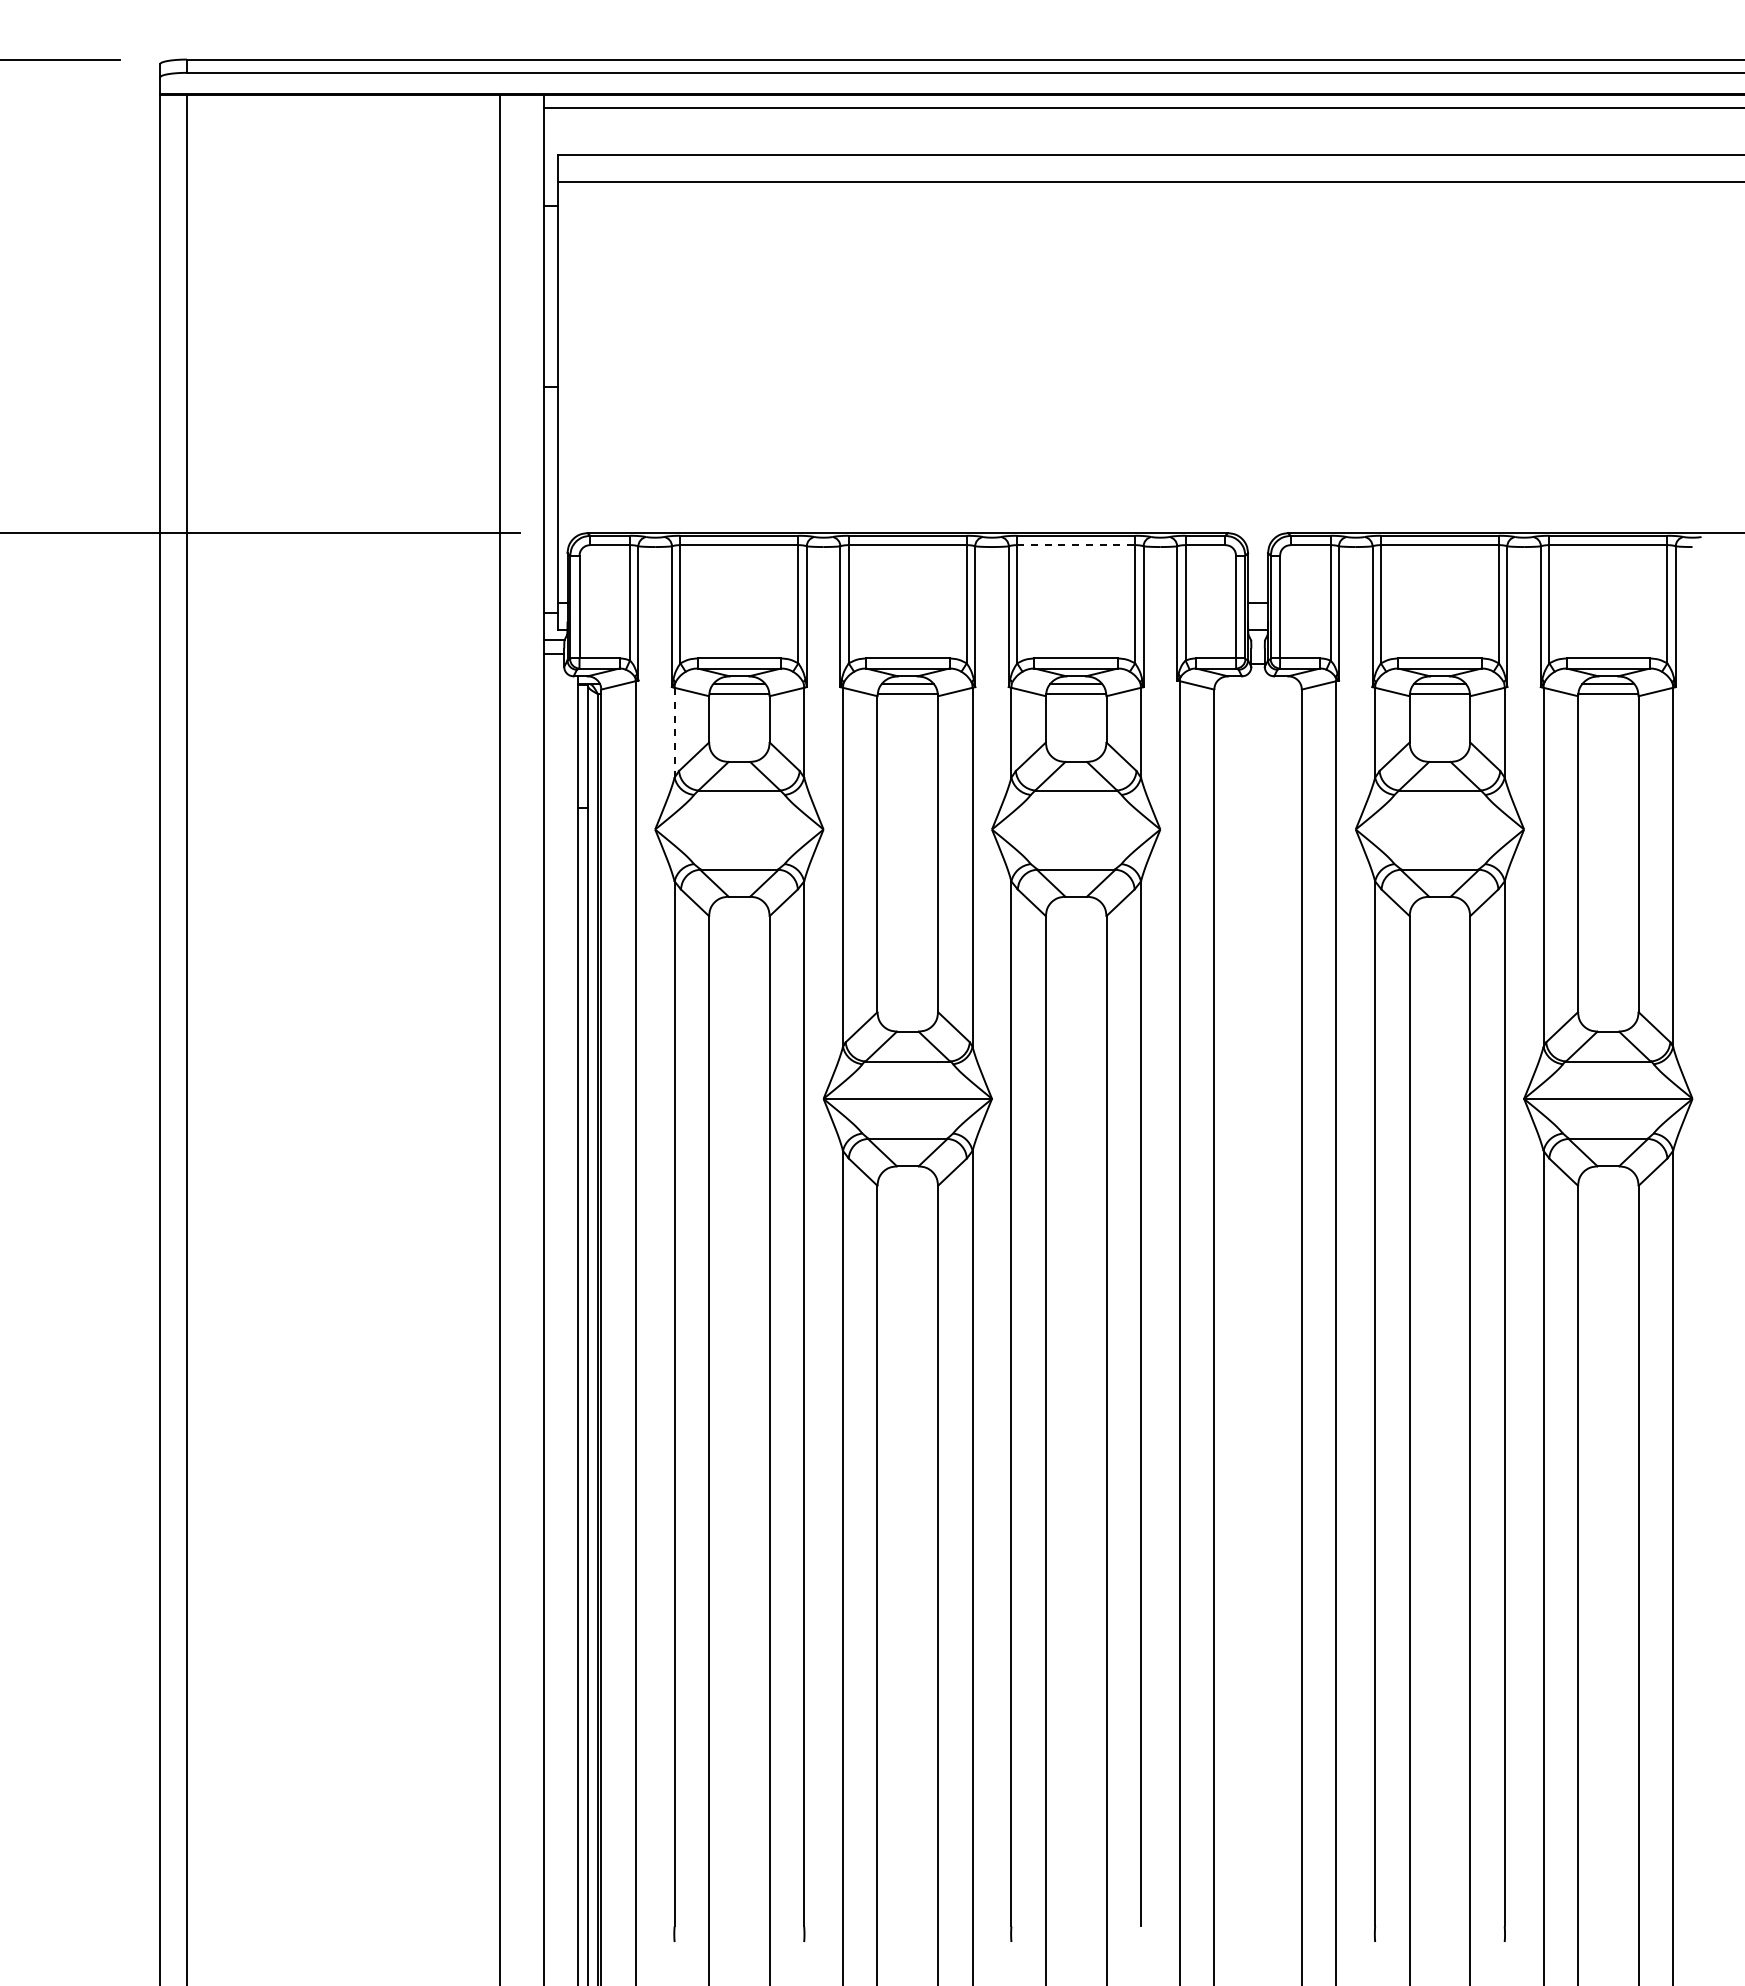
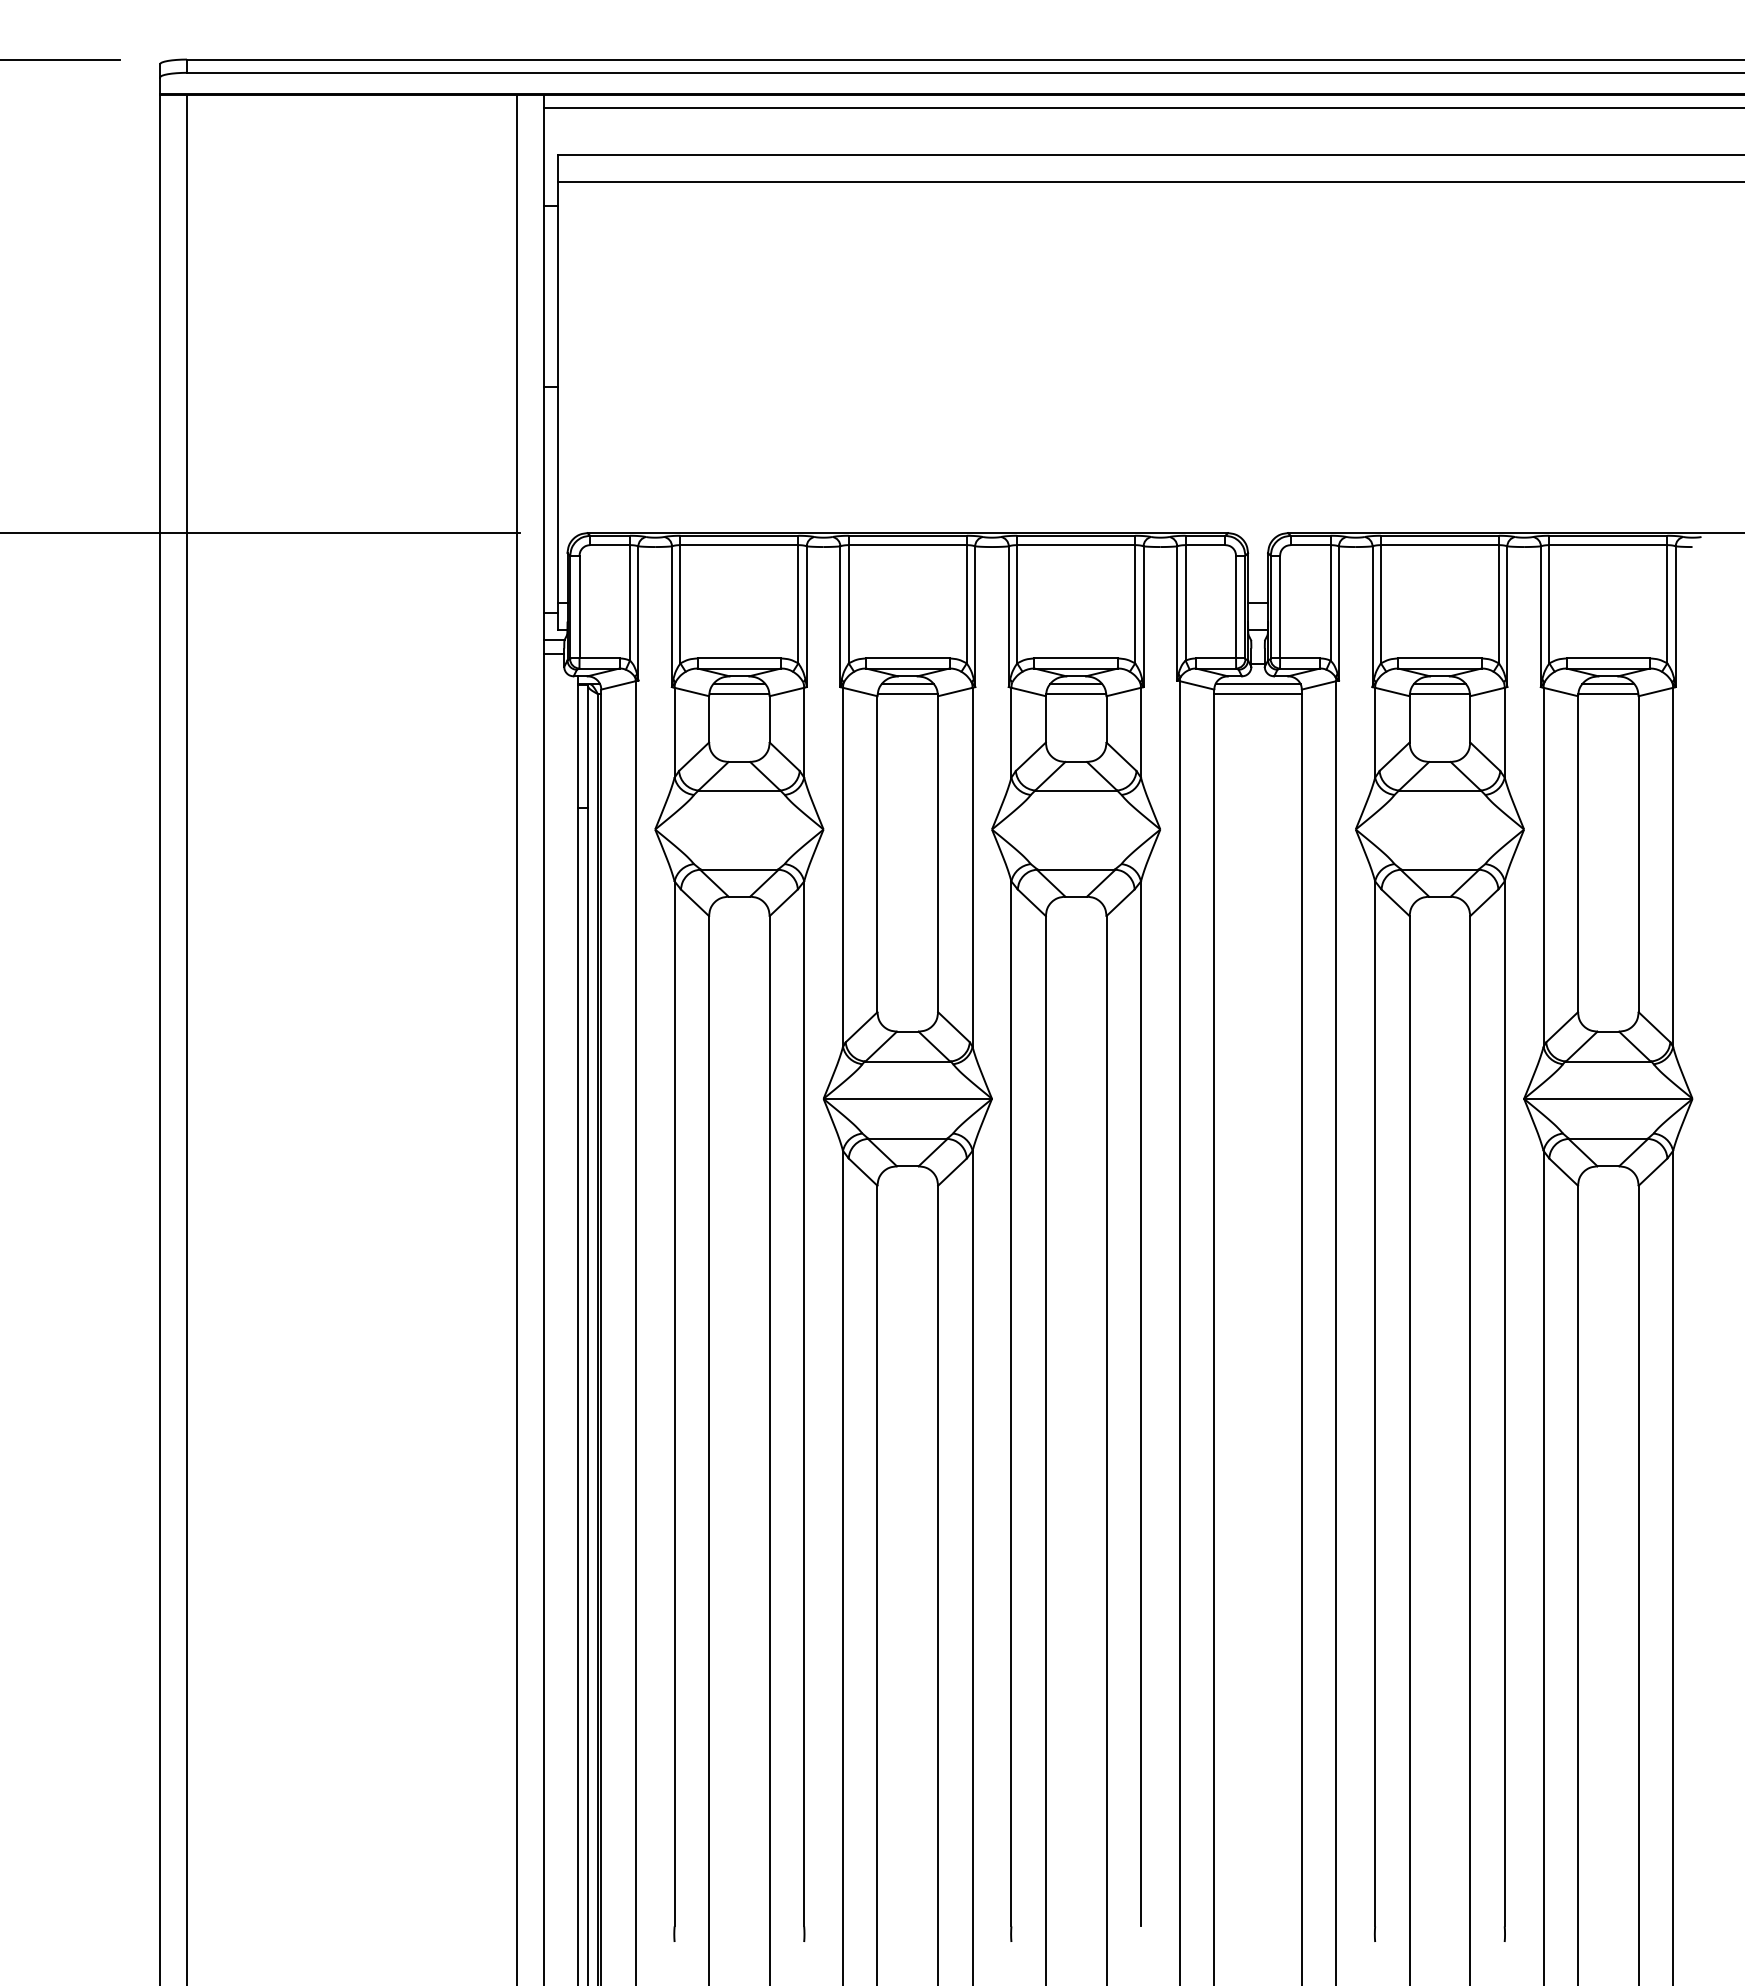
line at (1076, 545): dashed -> solid
line at (1257, 684): none -> present
line at (1257, 694): none -> present
line at (674, 732): dashed -> solid
line at (500, 1038) position: (500, 1038) -> (517, 1038)
